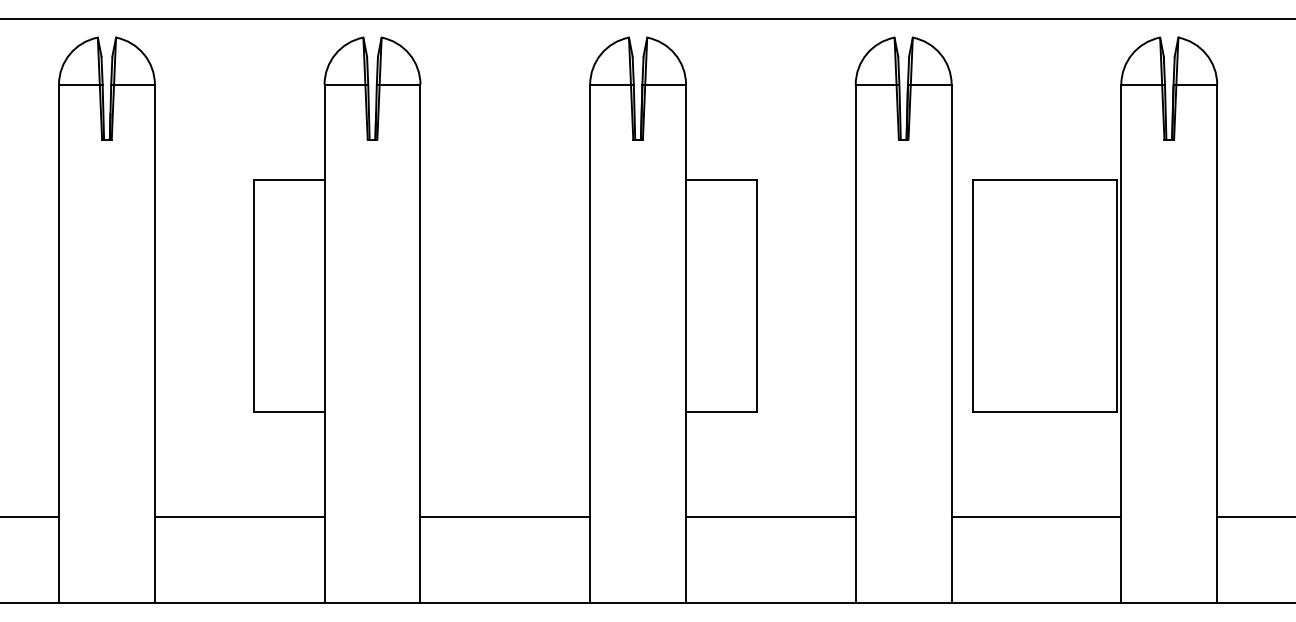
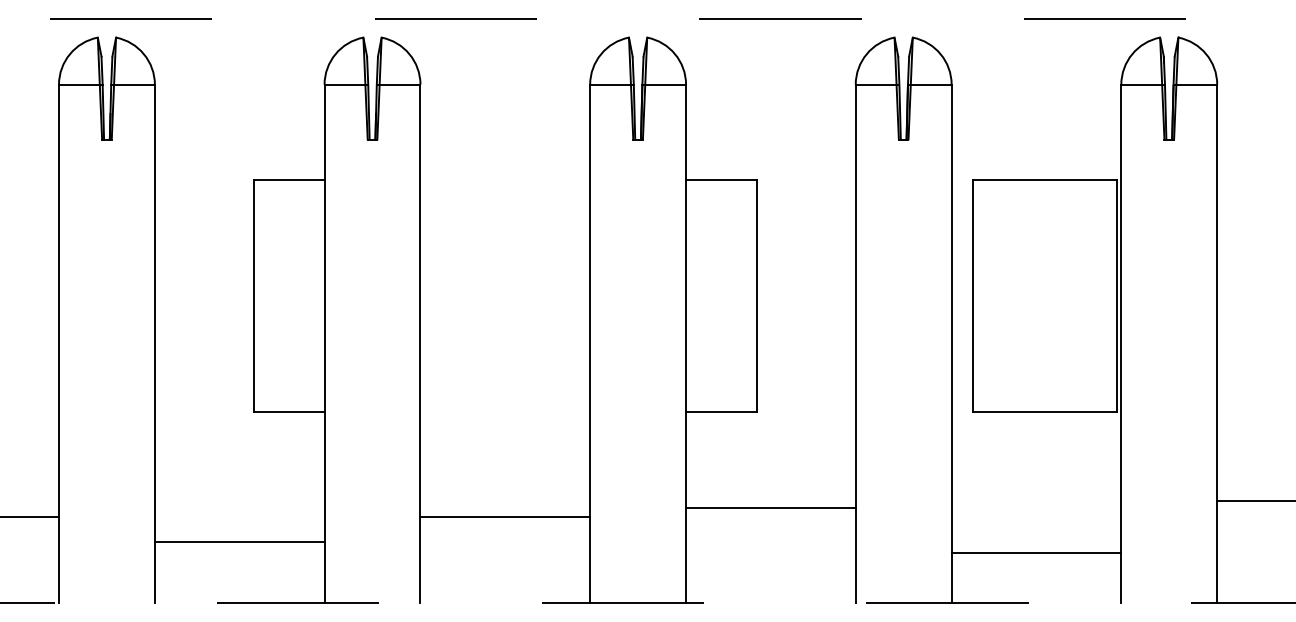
line at (648, 18): solid -> dashed
line at (239, 517) position: (239, 517) -> (239, 542)
line at (770, 517) position: (770, 517) -> (770, 508)
line at (1036, 517) position: (1036, 517) -> (1036, 553)
line at (1254, 517) position: (1254, 517) -> (1254, 501)
line at (648, 603): solid -> dashed
